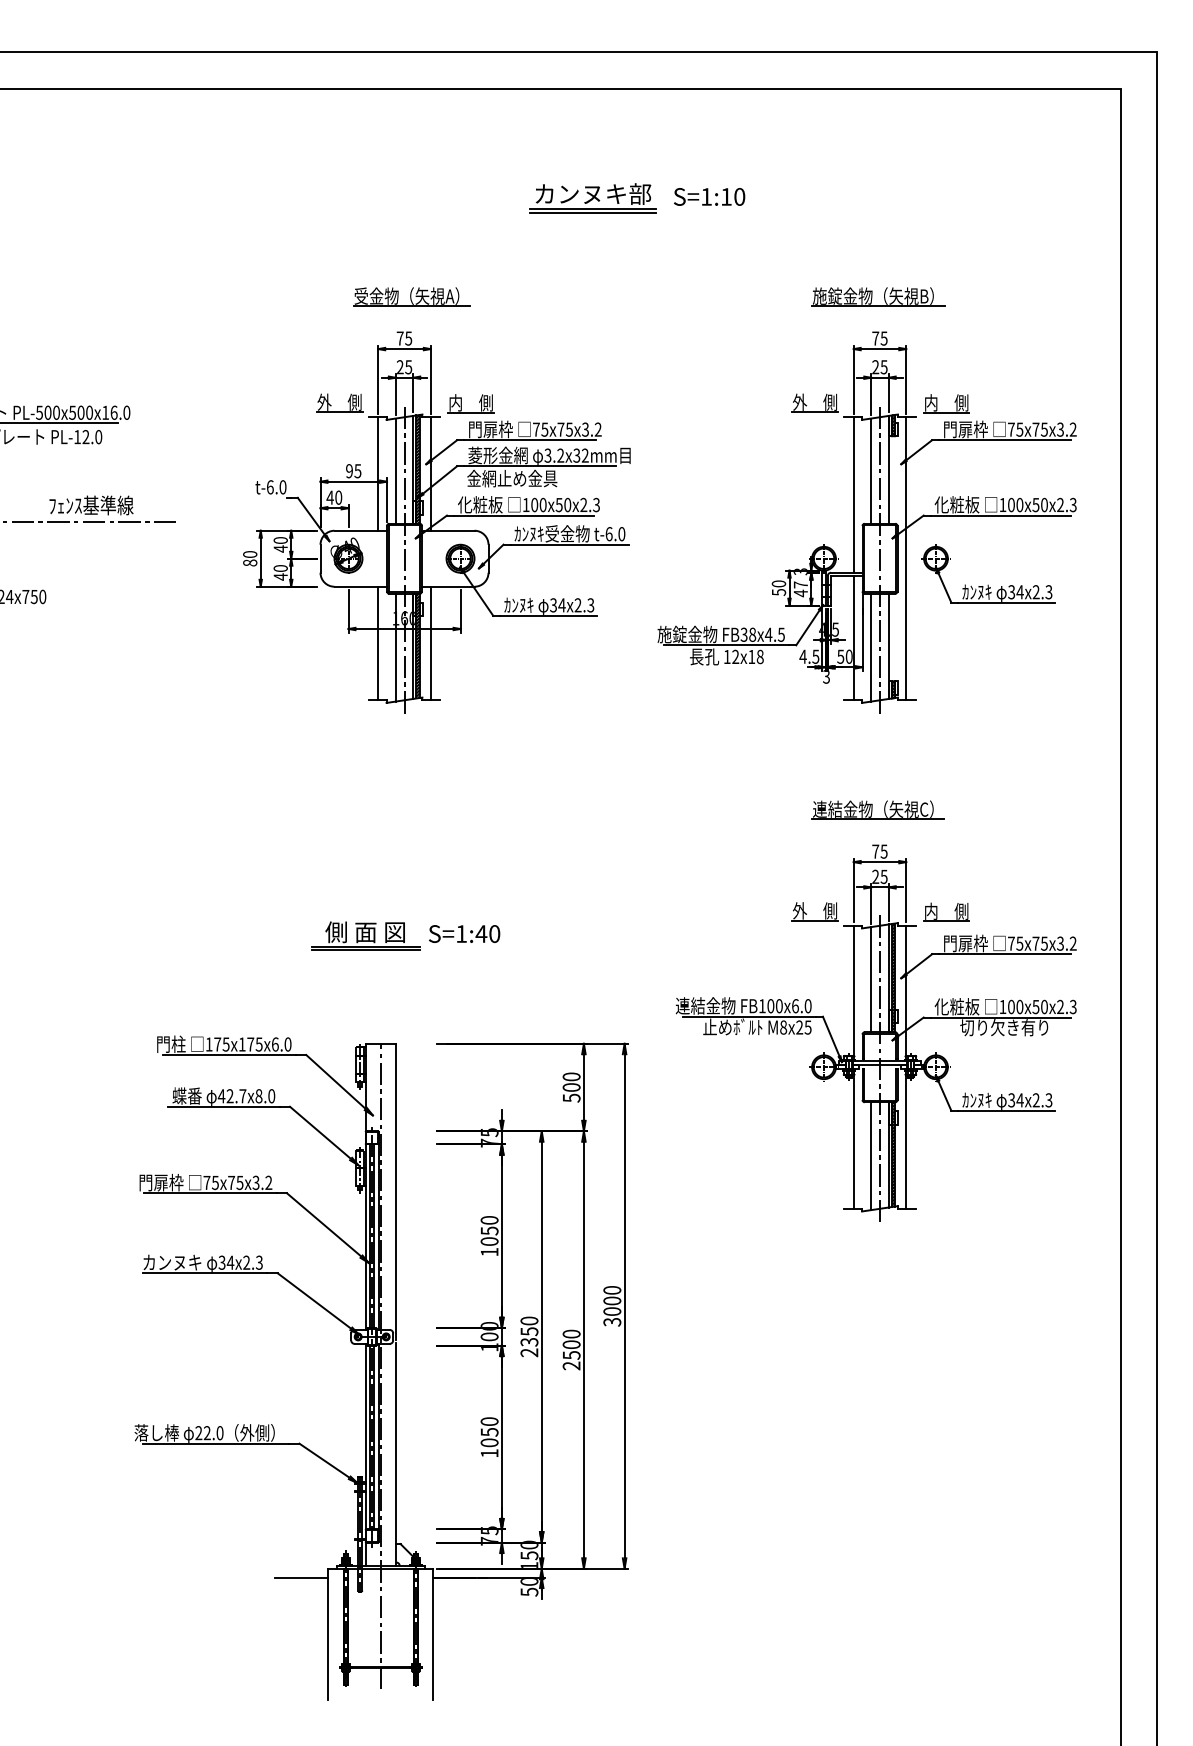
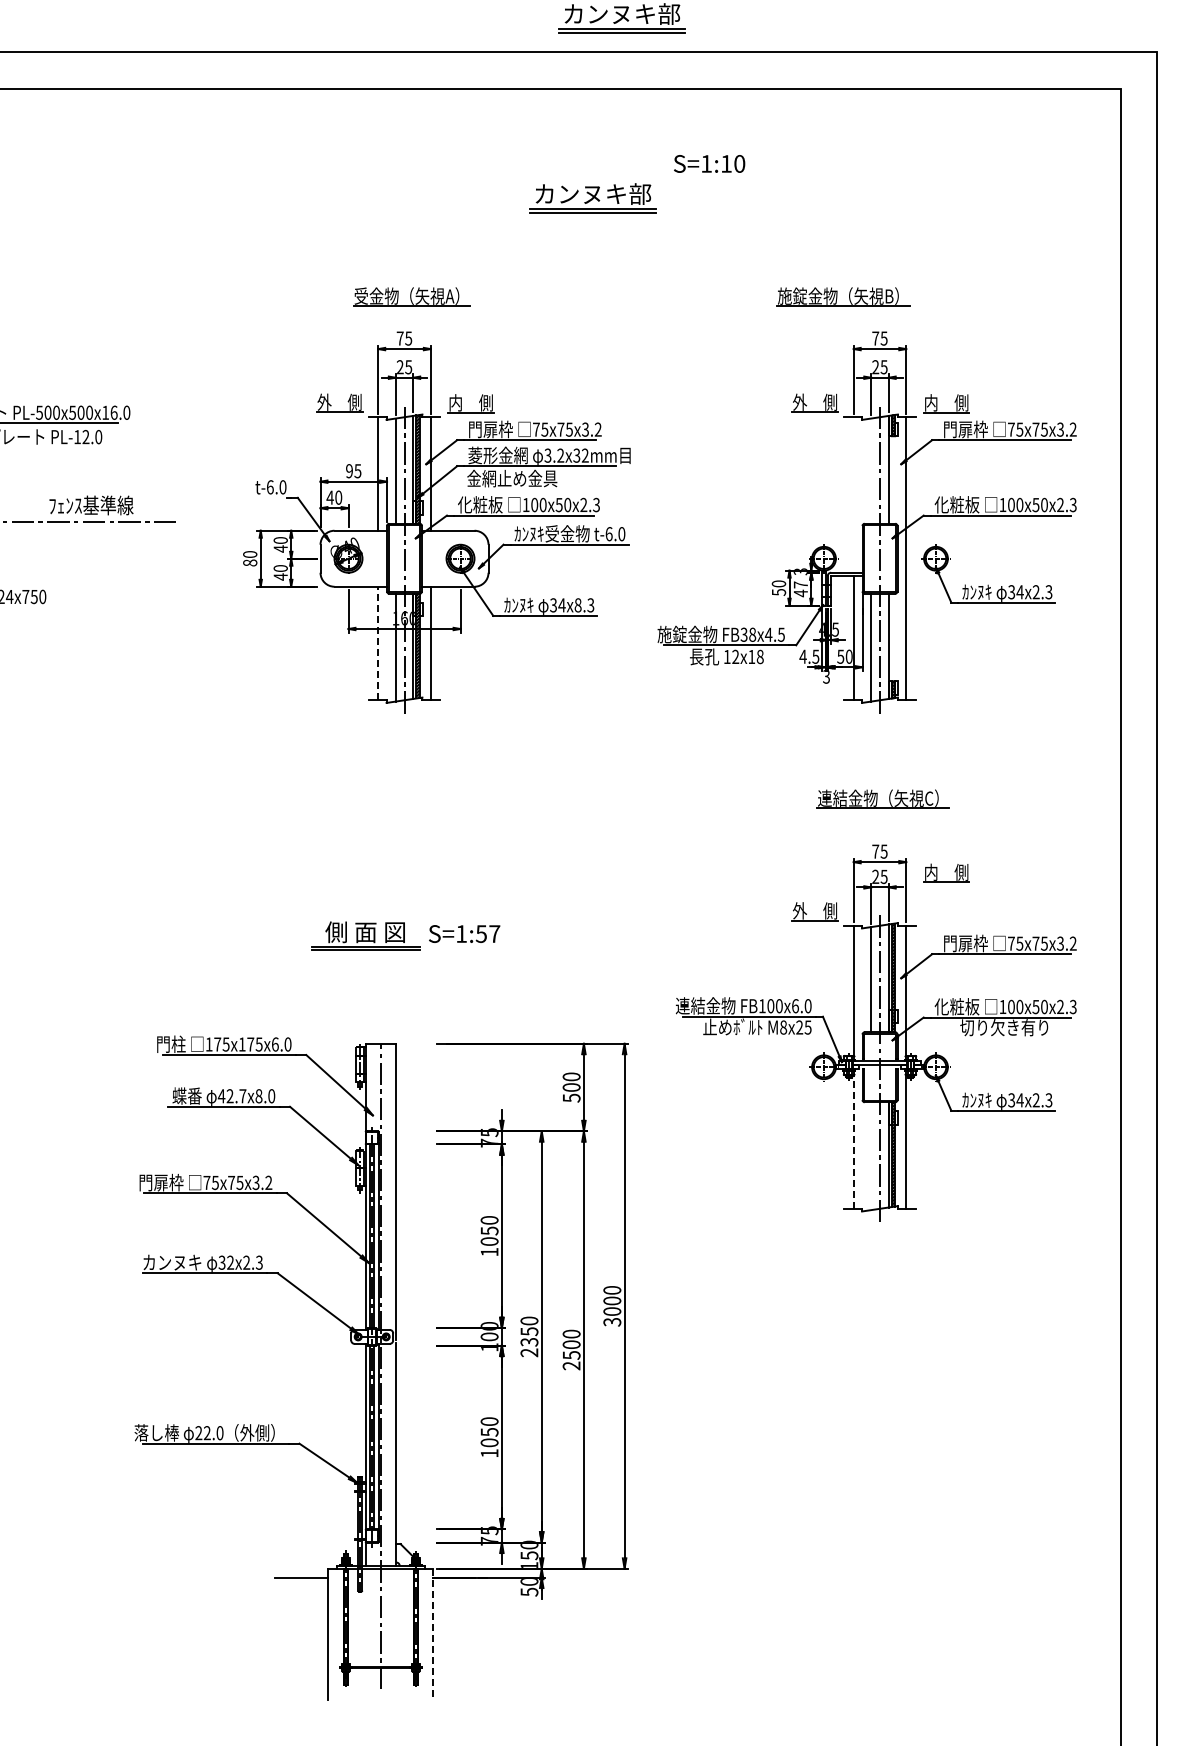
part at (621, 18): none -> present
text at (709, 196) position: (709, 196) -> (709, 163)
part at (878, 296) position: (878, 296) -> (843, 296)
line at (871, 470): present -> none
line at (853, 494): present -> none
text at (577, 605): 34x2.3 -> 34x8.3
line at (378, 643): solid -> dashed
part at (877, 809) position: (877, 809) -> (882, 798)
part at (954, 911) position: (954, 911) -> (954, 872)
text at (487, 933): S=1:40 -> S=1:57
line at (853, 1141): solid -> dashed
line at (871, 1156): present -> none
text at (230, 1262): 34x2.3 -> 32x2.3
line at (433, 1634): solid -> dashed
